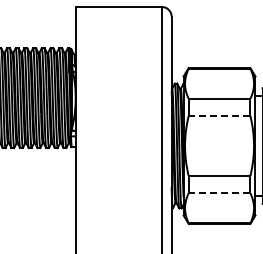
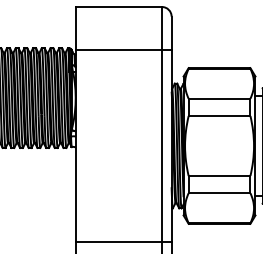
line at (123, 50): none -> present
line at (219, 116): dashed -> solid
line at (219, 193): dashed -> solid
line at (123, 241): none -> present
